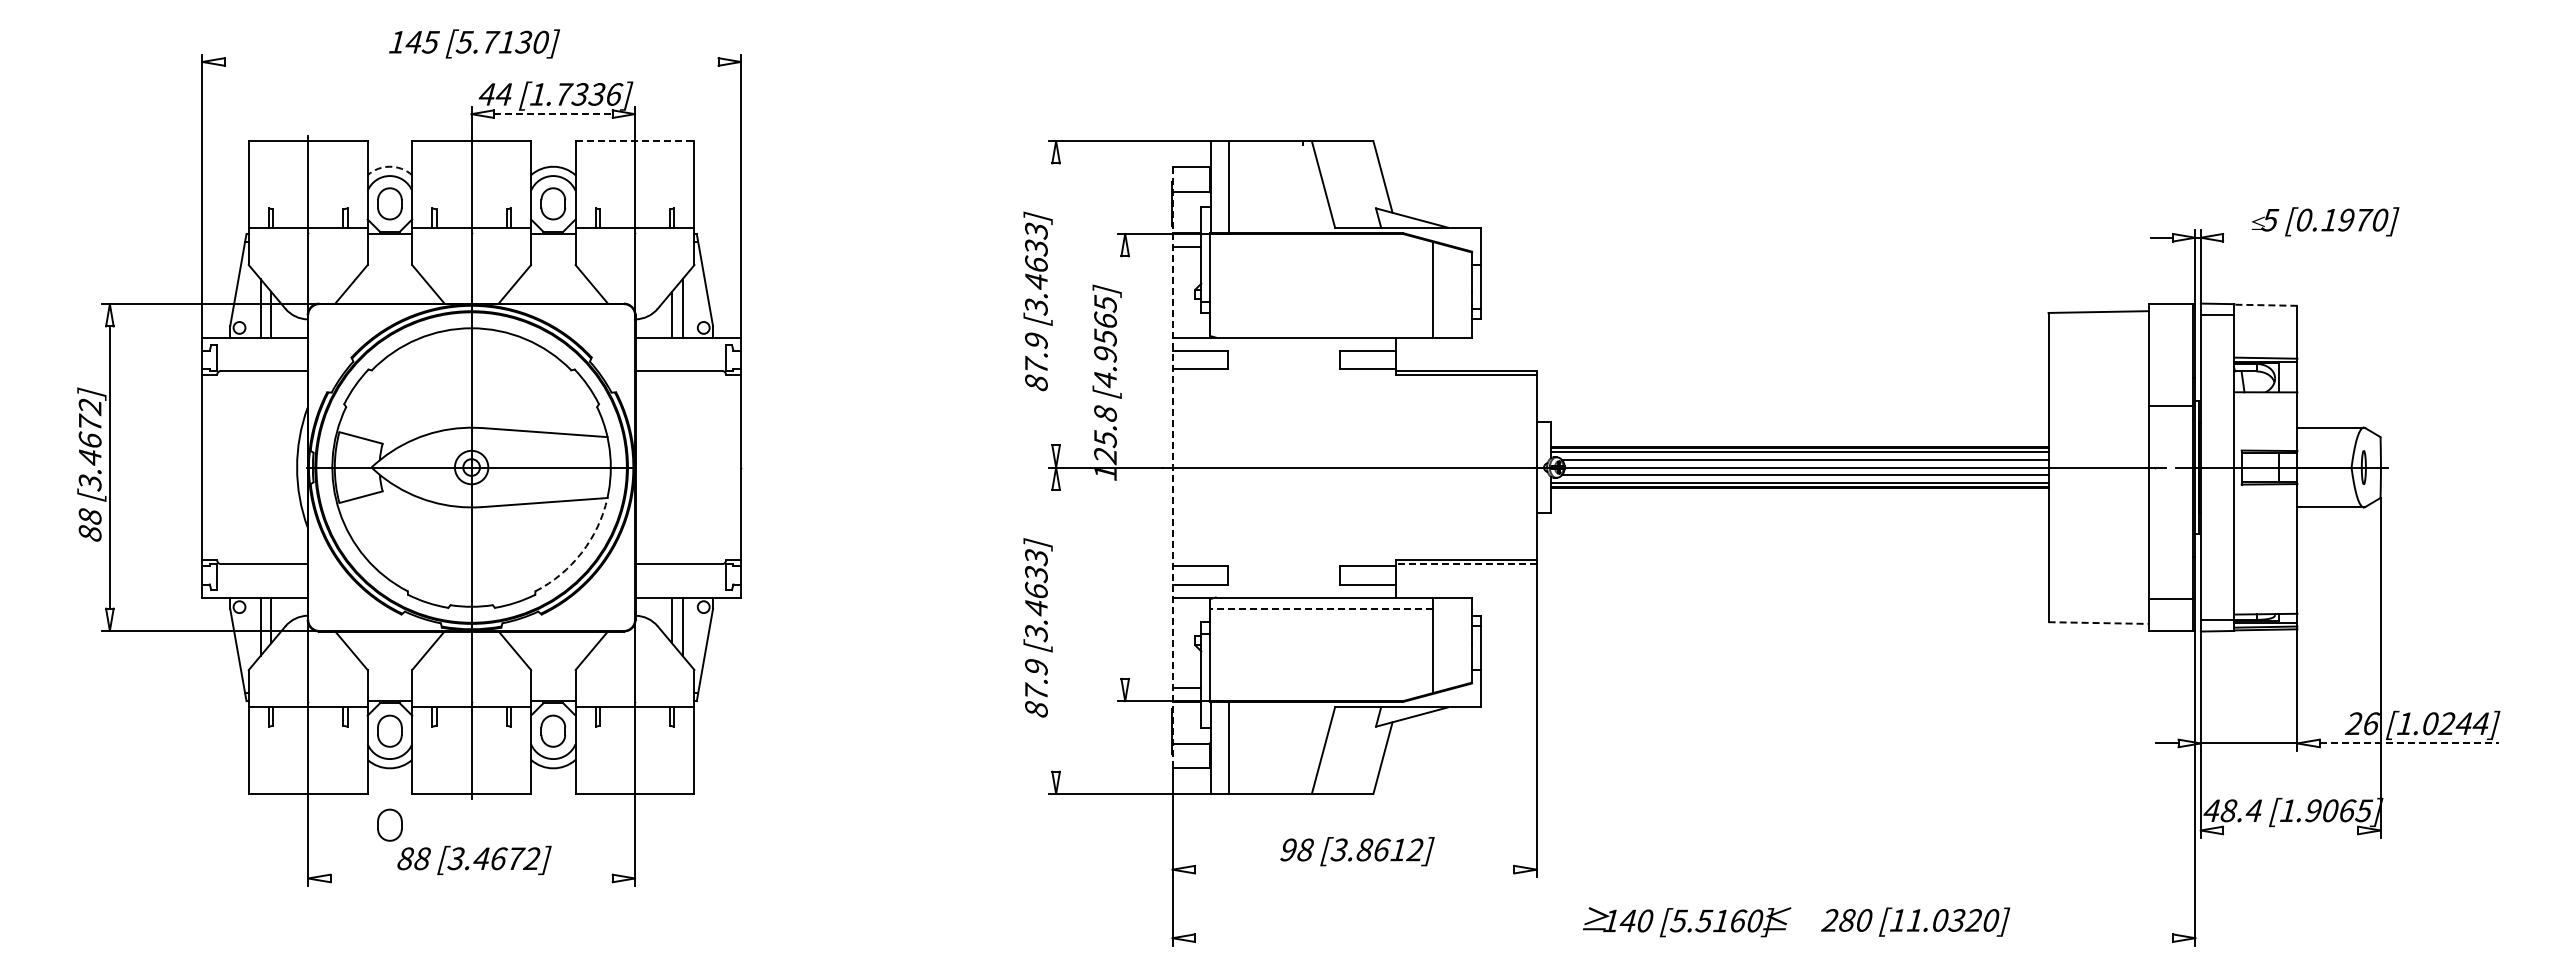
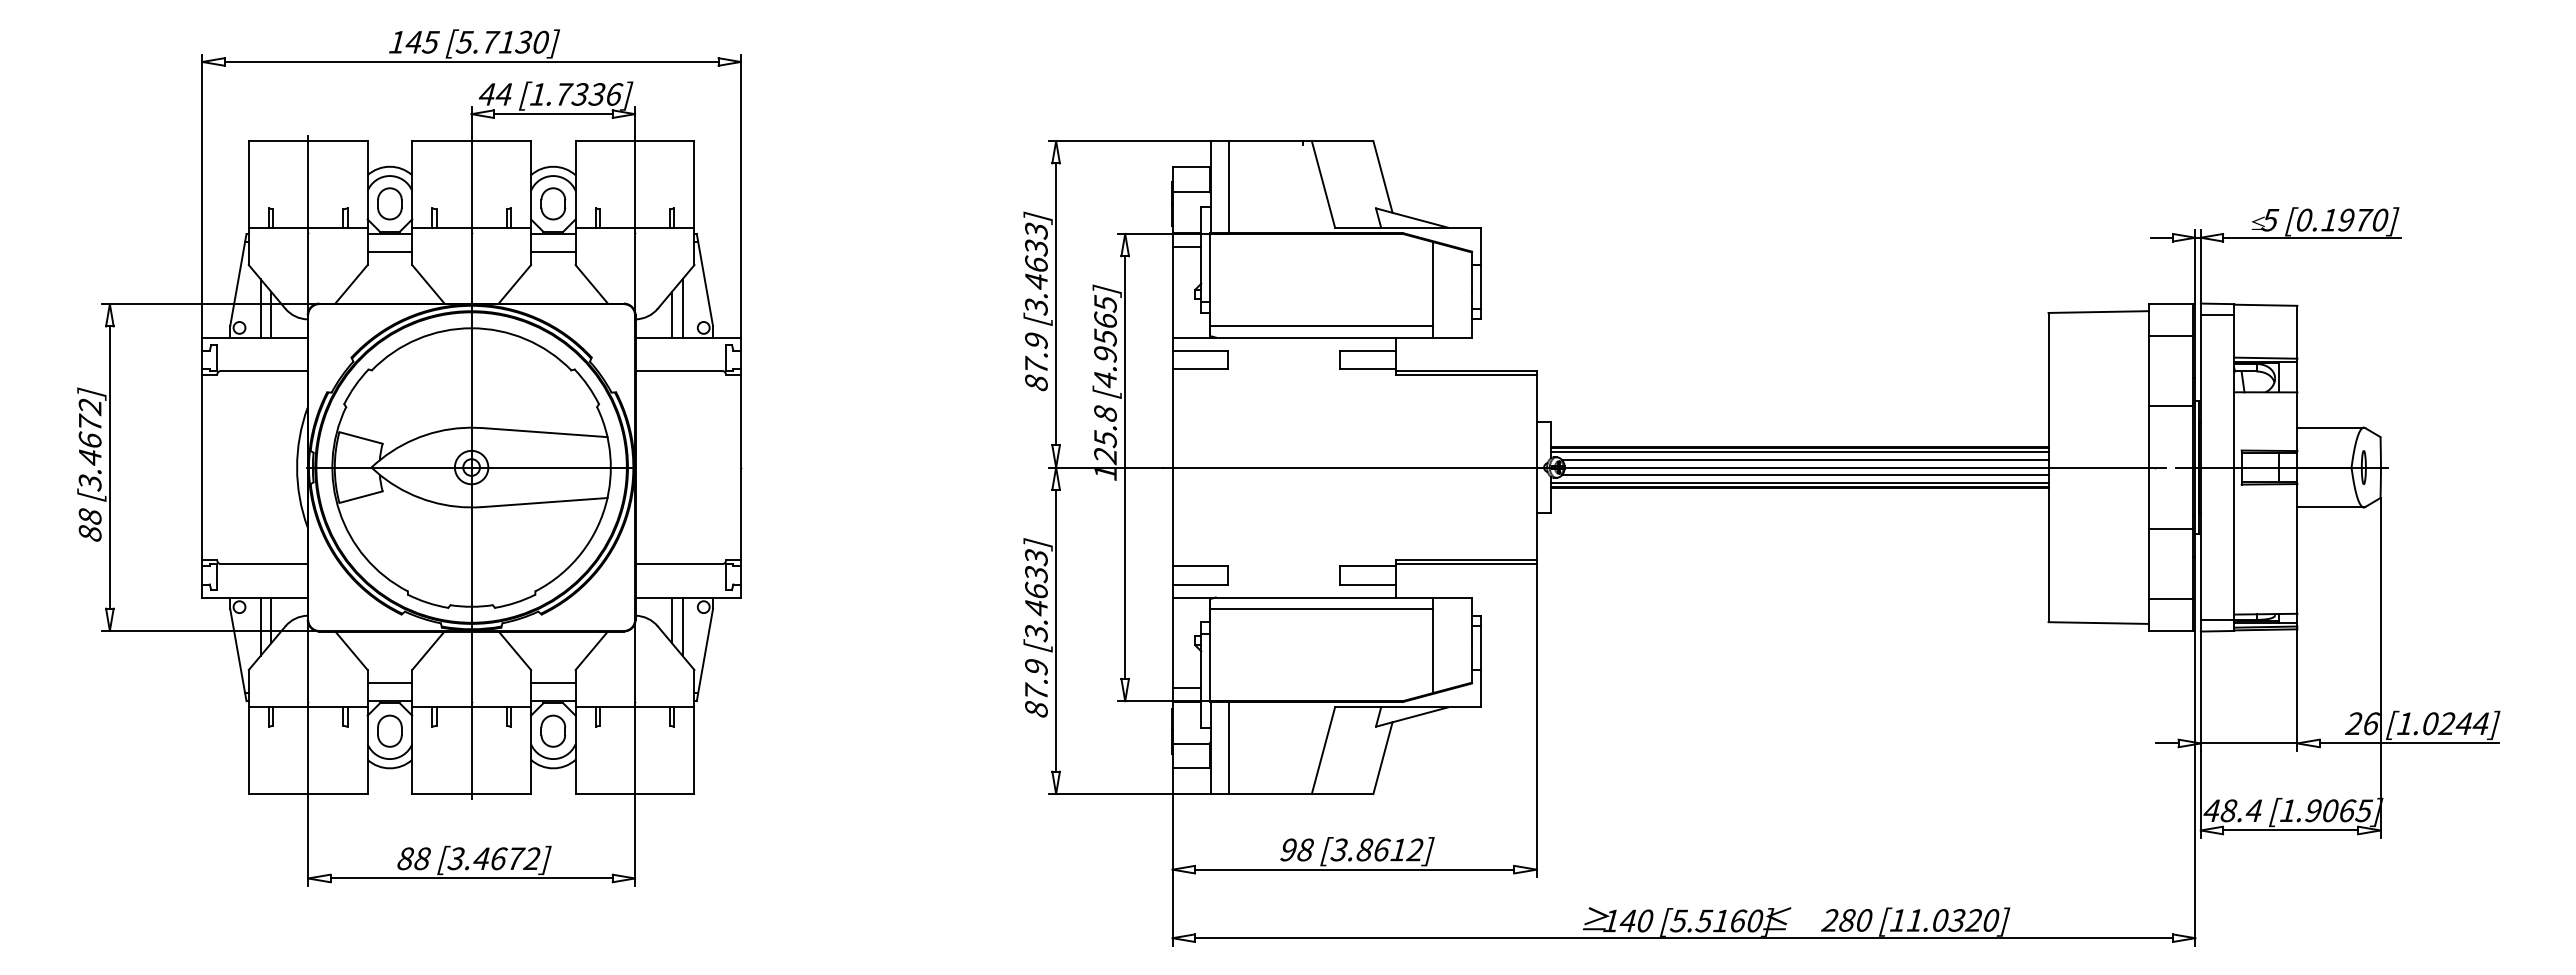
line at (471, 61): none -> present
line at (553, 114): dashed -> solid
line at (635, 141): dashed -> solid
arc at (389, 166): dashed -> solid
line at (2312, 237): none -> present
line at (389, 252): none -> present
line at (553, 252): none -> present
line at (1056, 304): none -> present
line at (2265, 305): dashed -> solid
line at (1321, 326): none -> present
line at (2170, 335): none -> present
line at (1125, 467): none -> present
line at (1172, 467): dashed -> solid
line at (2170, 528): none -> present
arc at (581, 552): dashed -> solid
line at (1466, 564): dashed -> solid
line at (1320, 609): dashed -> solid
line at (2099, 623): dashed -> solid
line at (1056, 630): none -> present
line at (389, 682): none -> present
line at (553, 682): none -> present
line at (2409, 743): dashed -> solid
part at (389, 824): present -> none
line at (2290, 830): none -> present
line at (1354, 869): none -> present
line at (471, 878): none -> present
line at (1683, 938): none -> present
